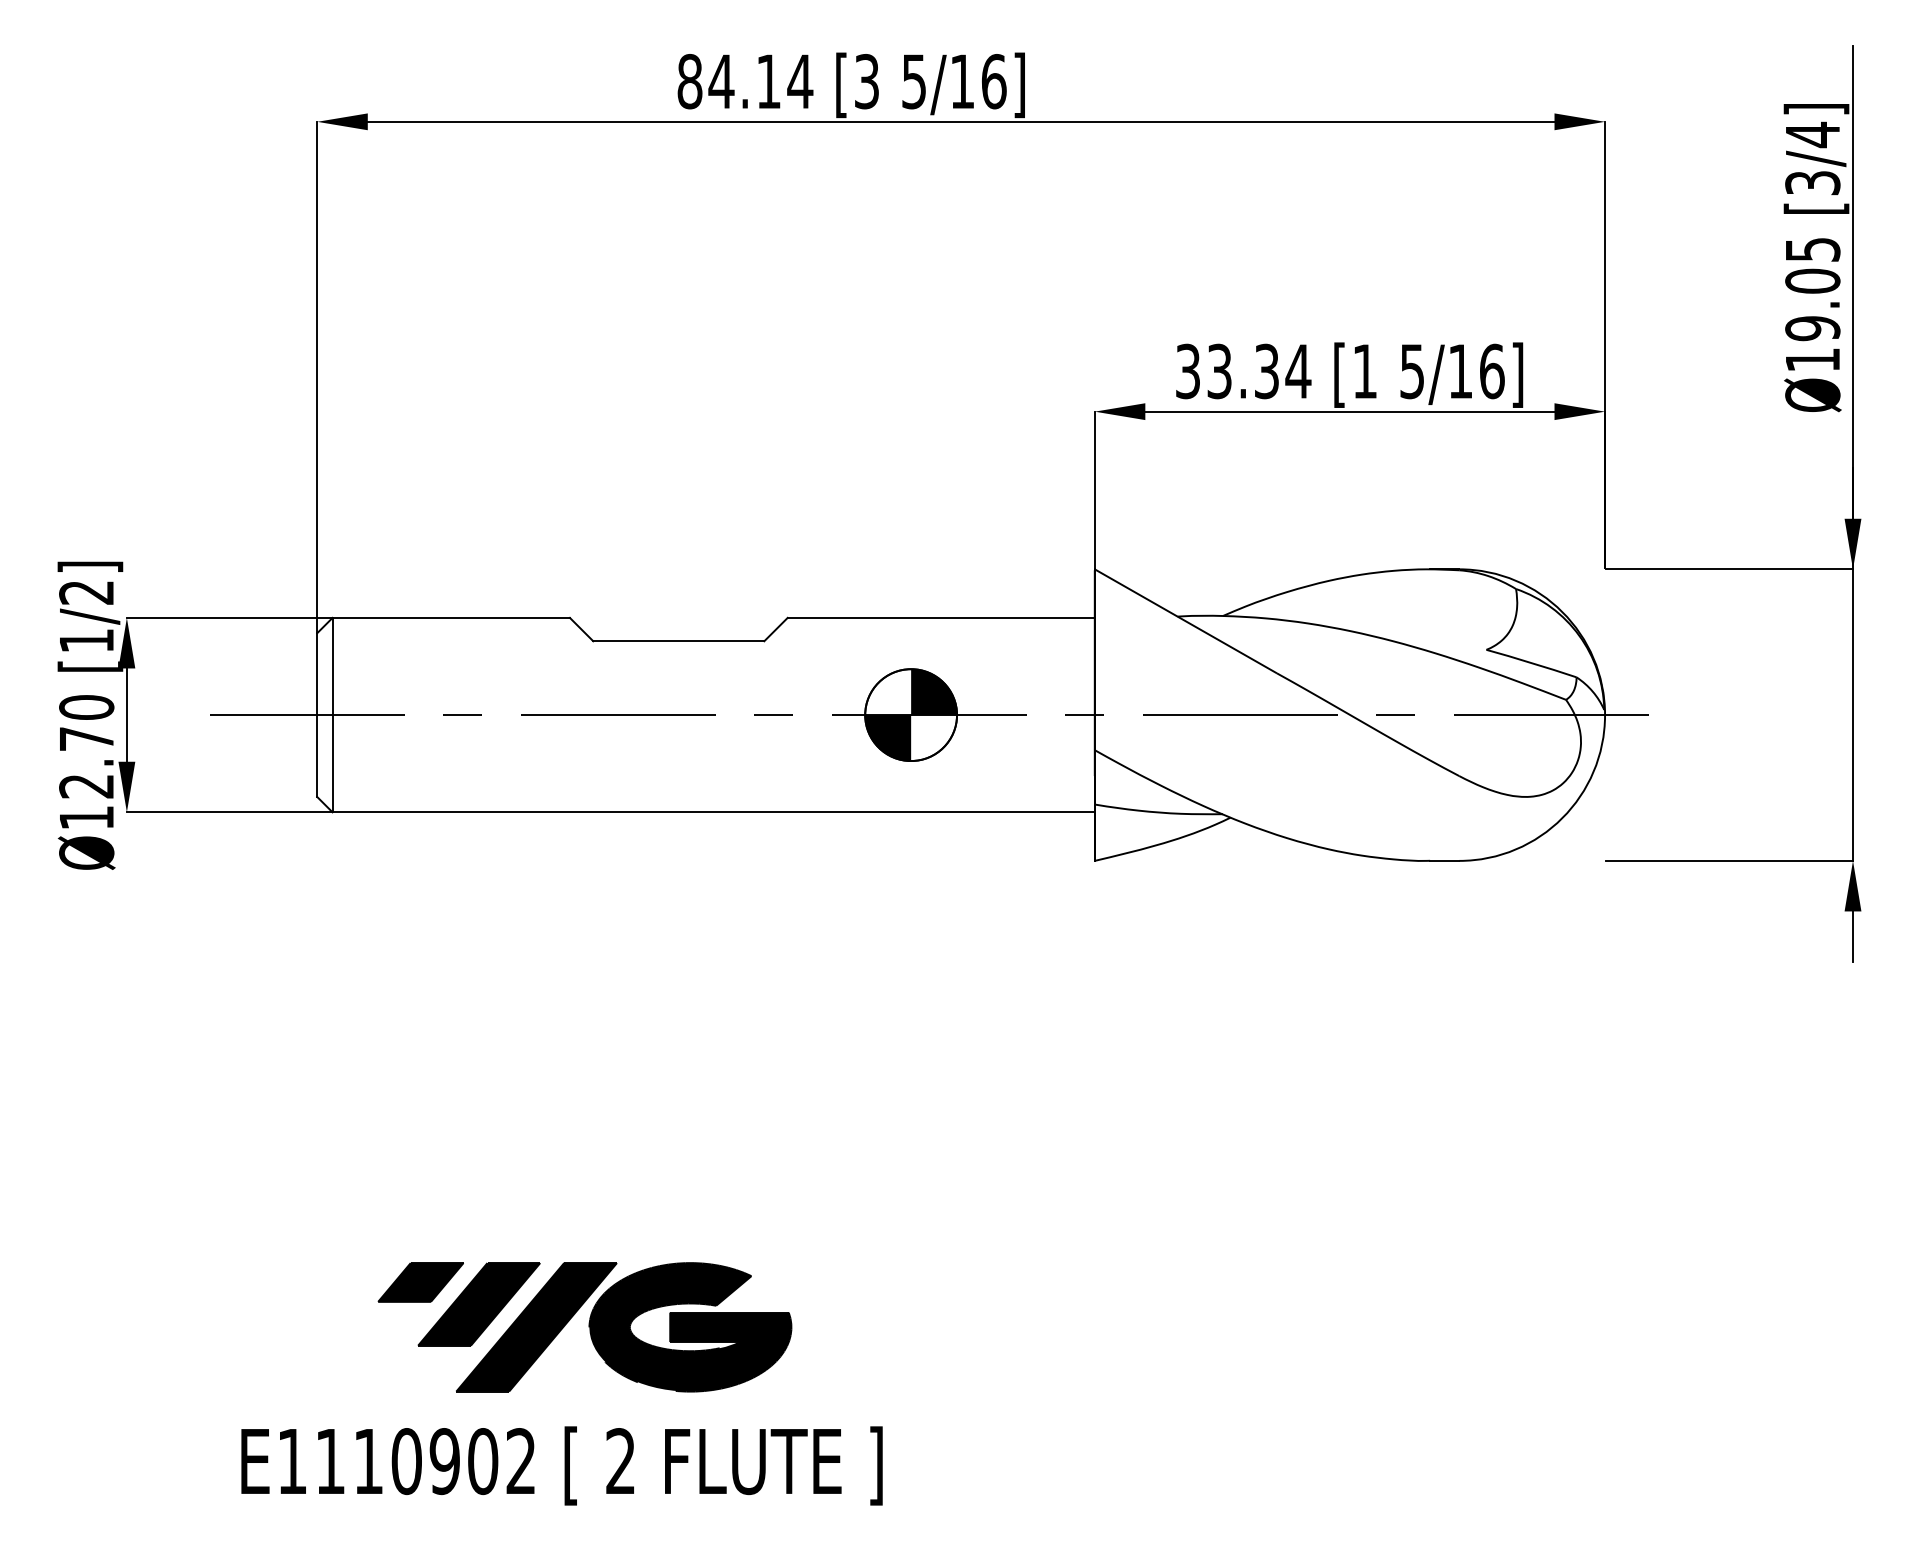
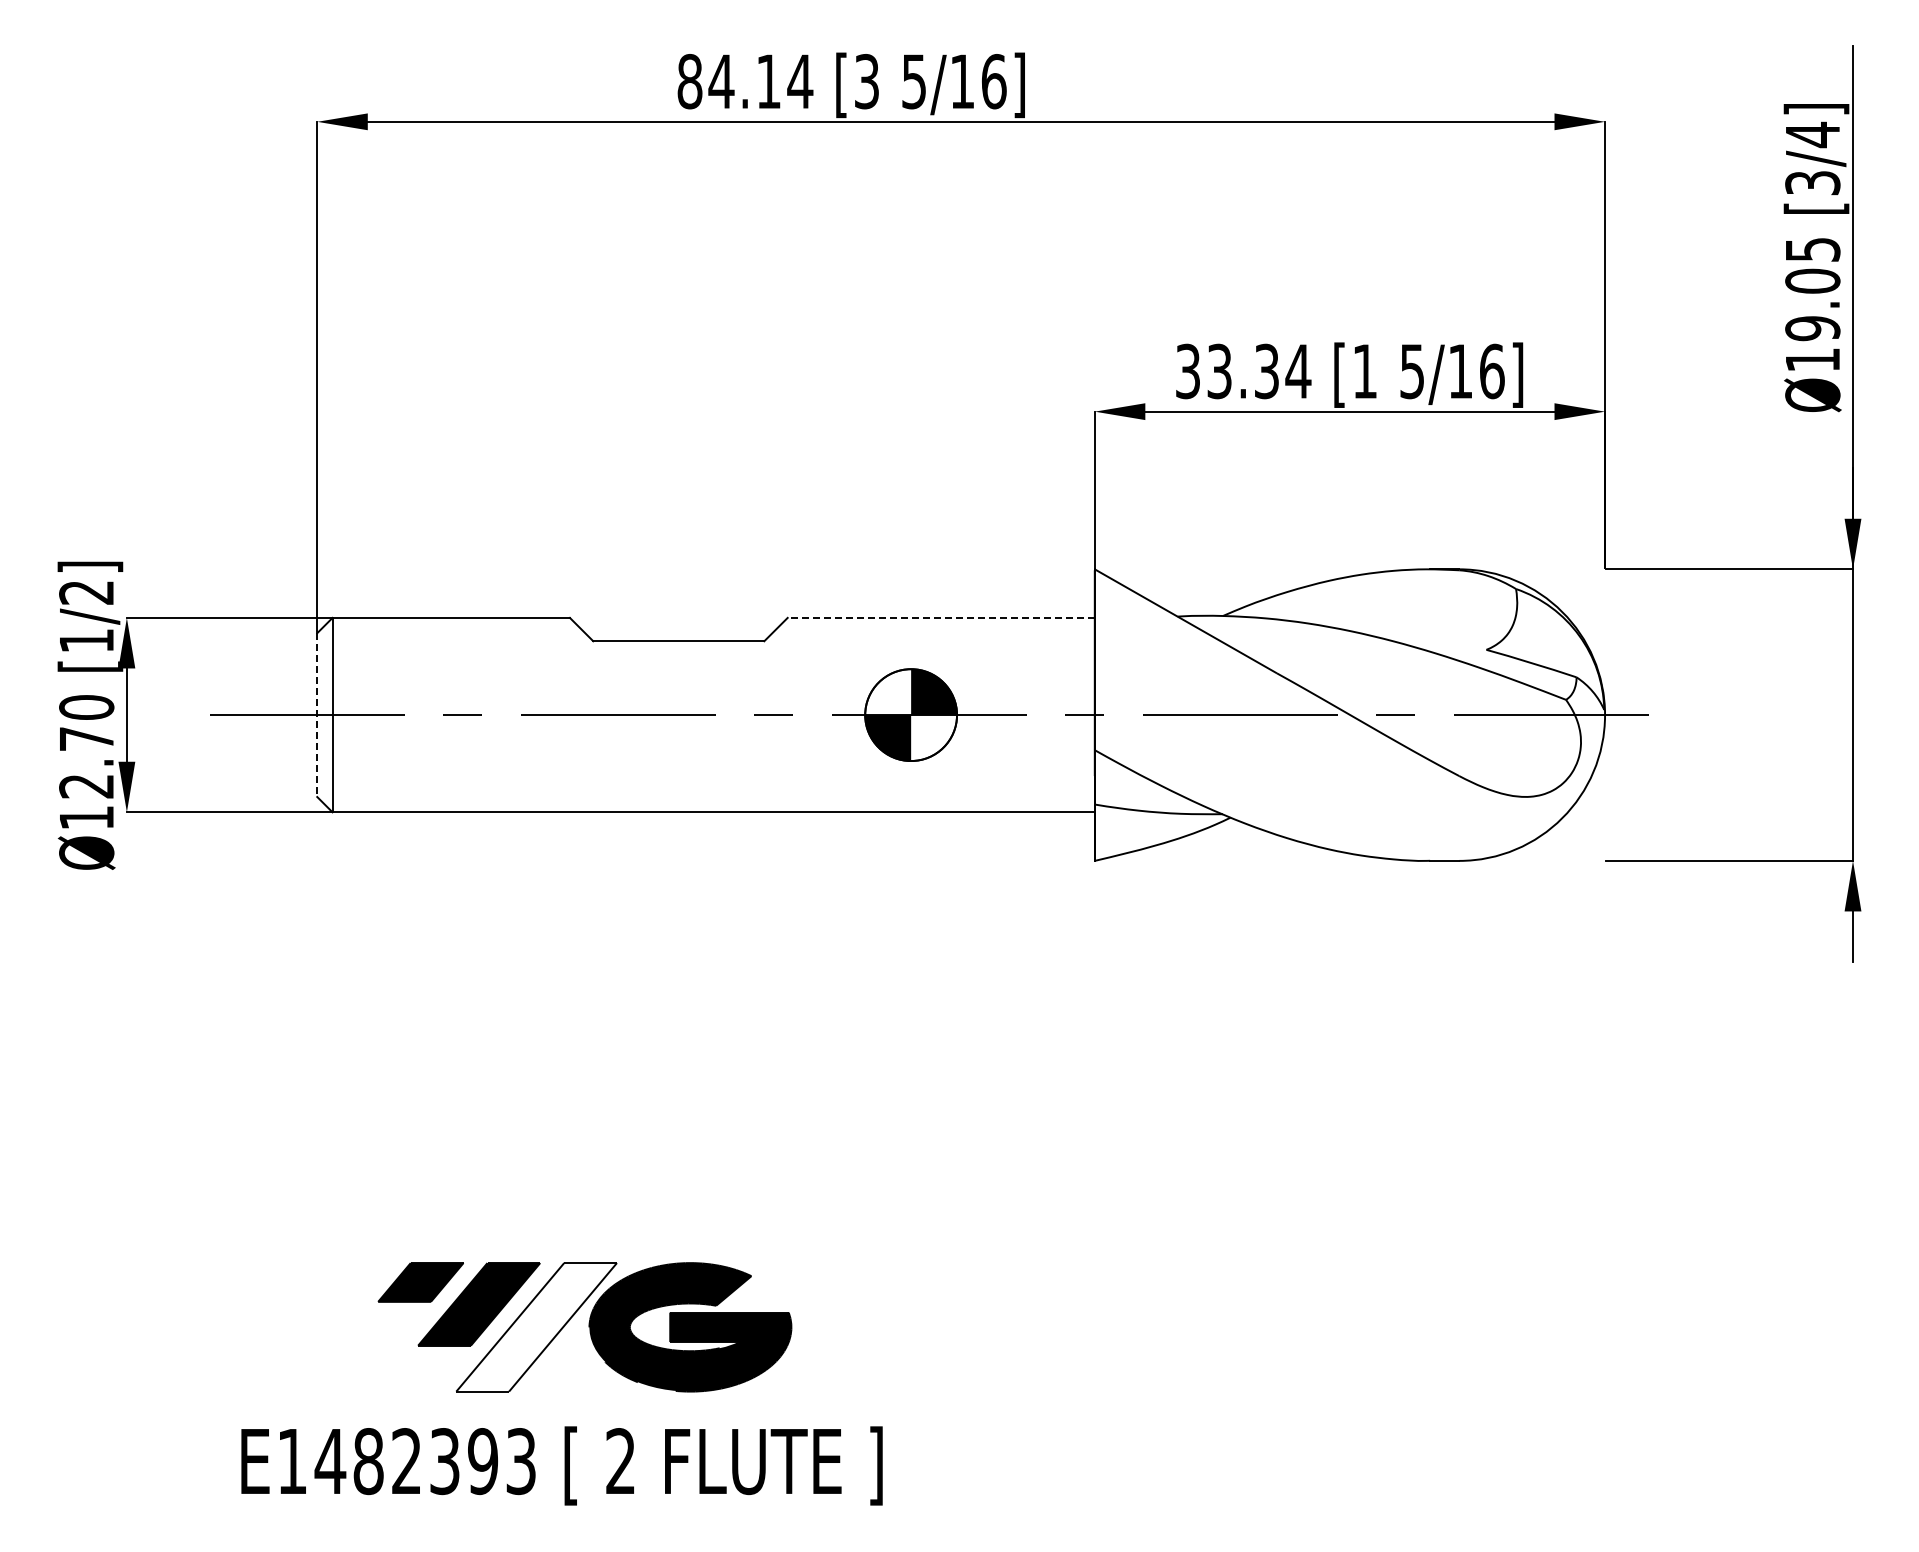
line at (941, 617): solid -> dashed
line at (317, 715): solid -> dashed
fill at (536, 1327): present -> none
text at (424, 1461): E1110902 -> E1482393
